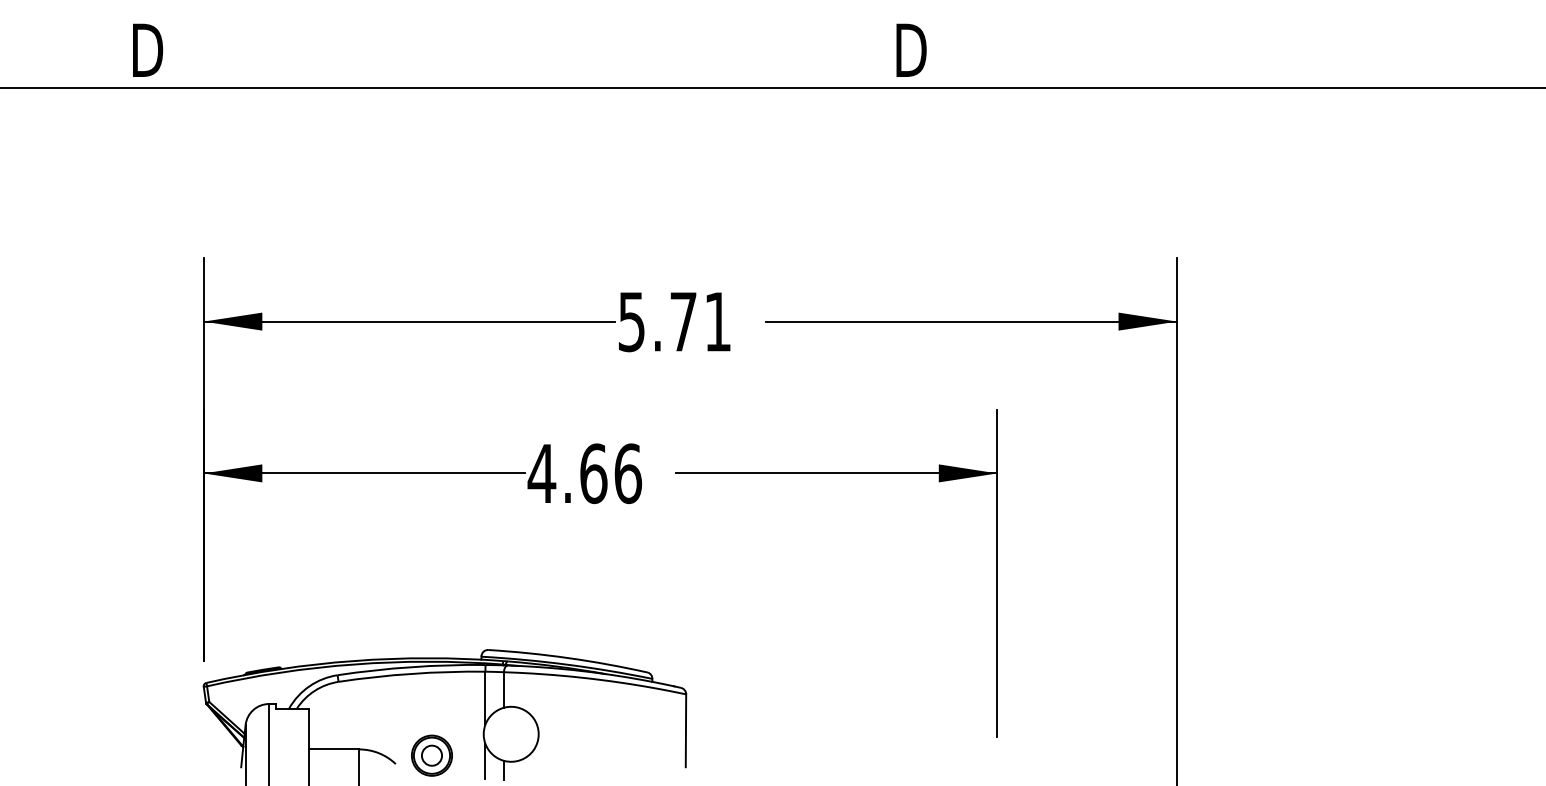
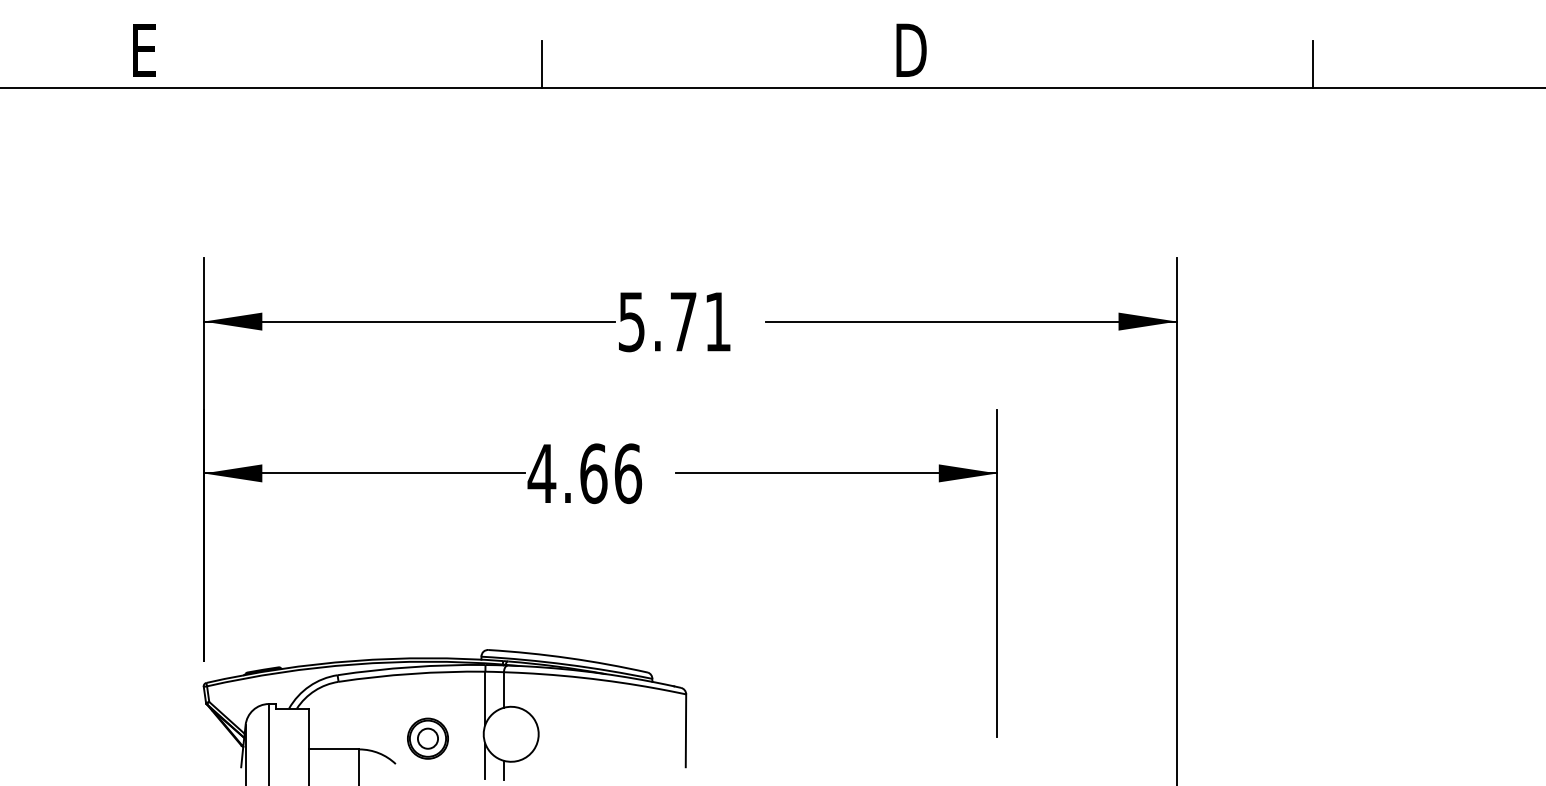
text at (148, 49): D -> E
line at (541, 64): none -> present
line at (1313, 64): none -> present
part at (431, 755) position: (431, 755) -> (427, 738)
